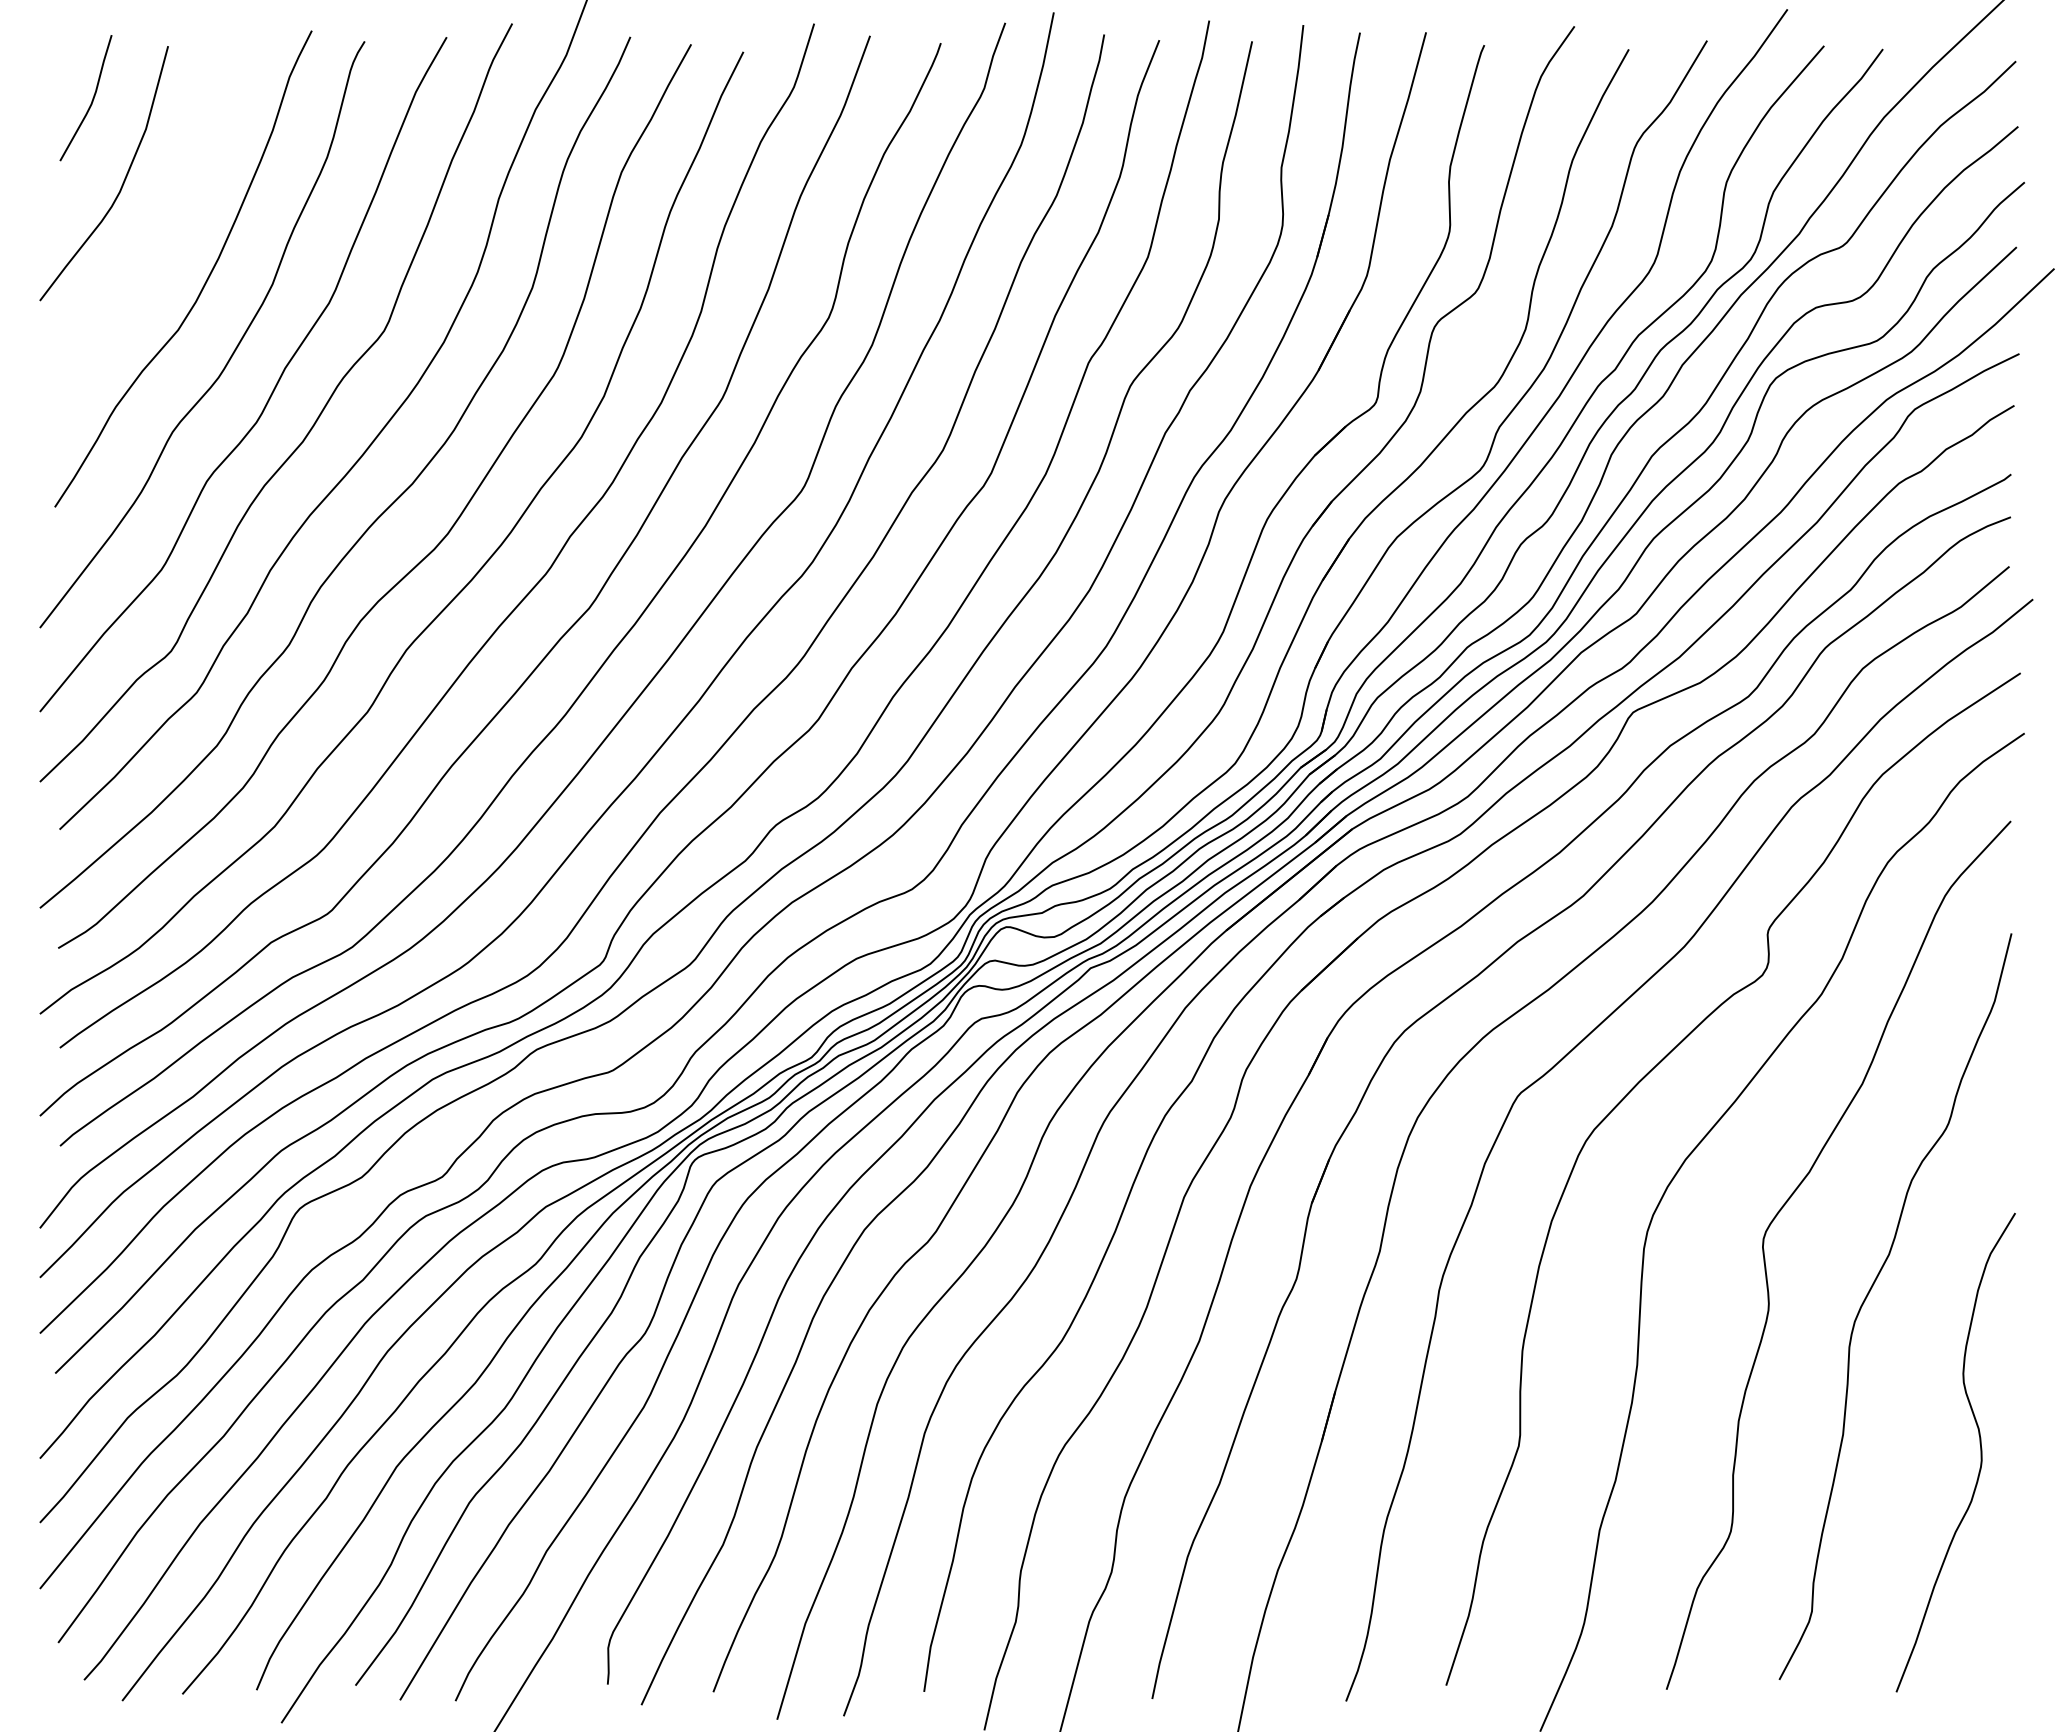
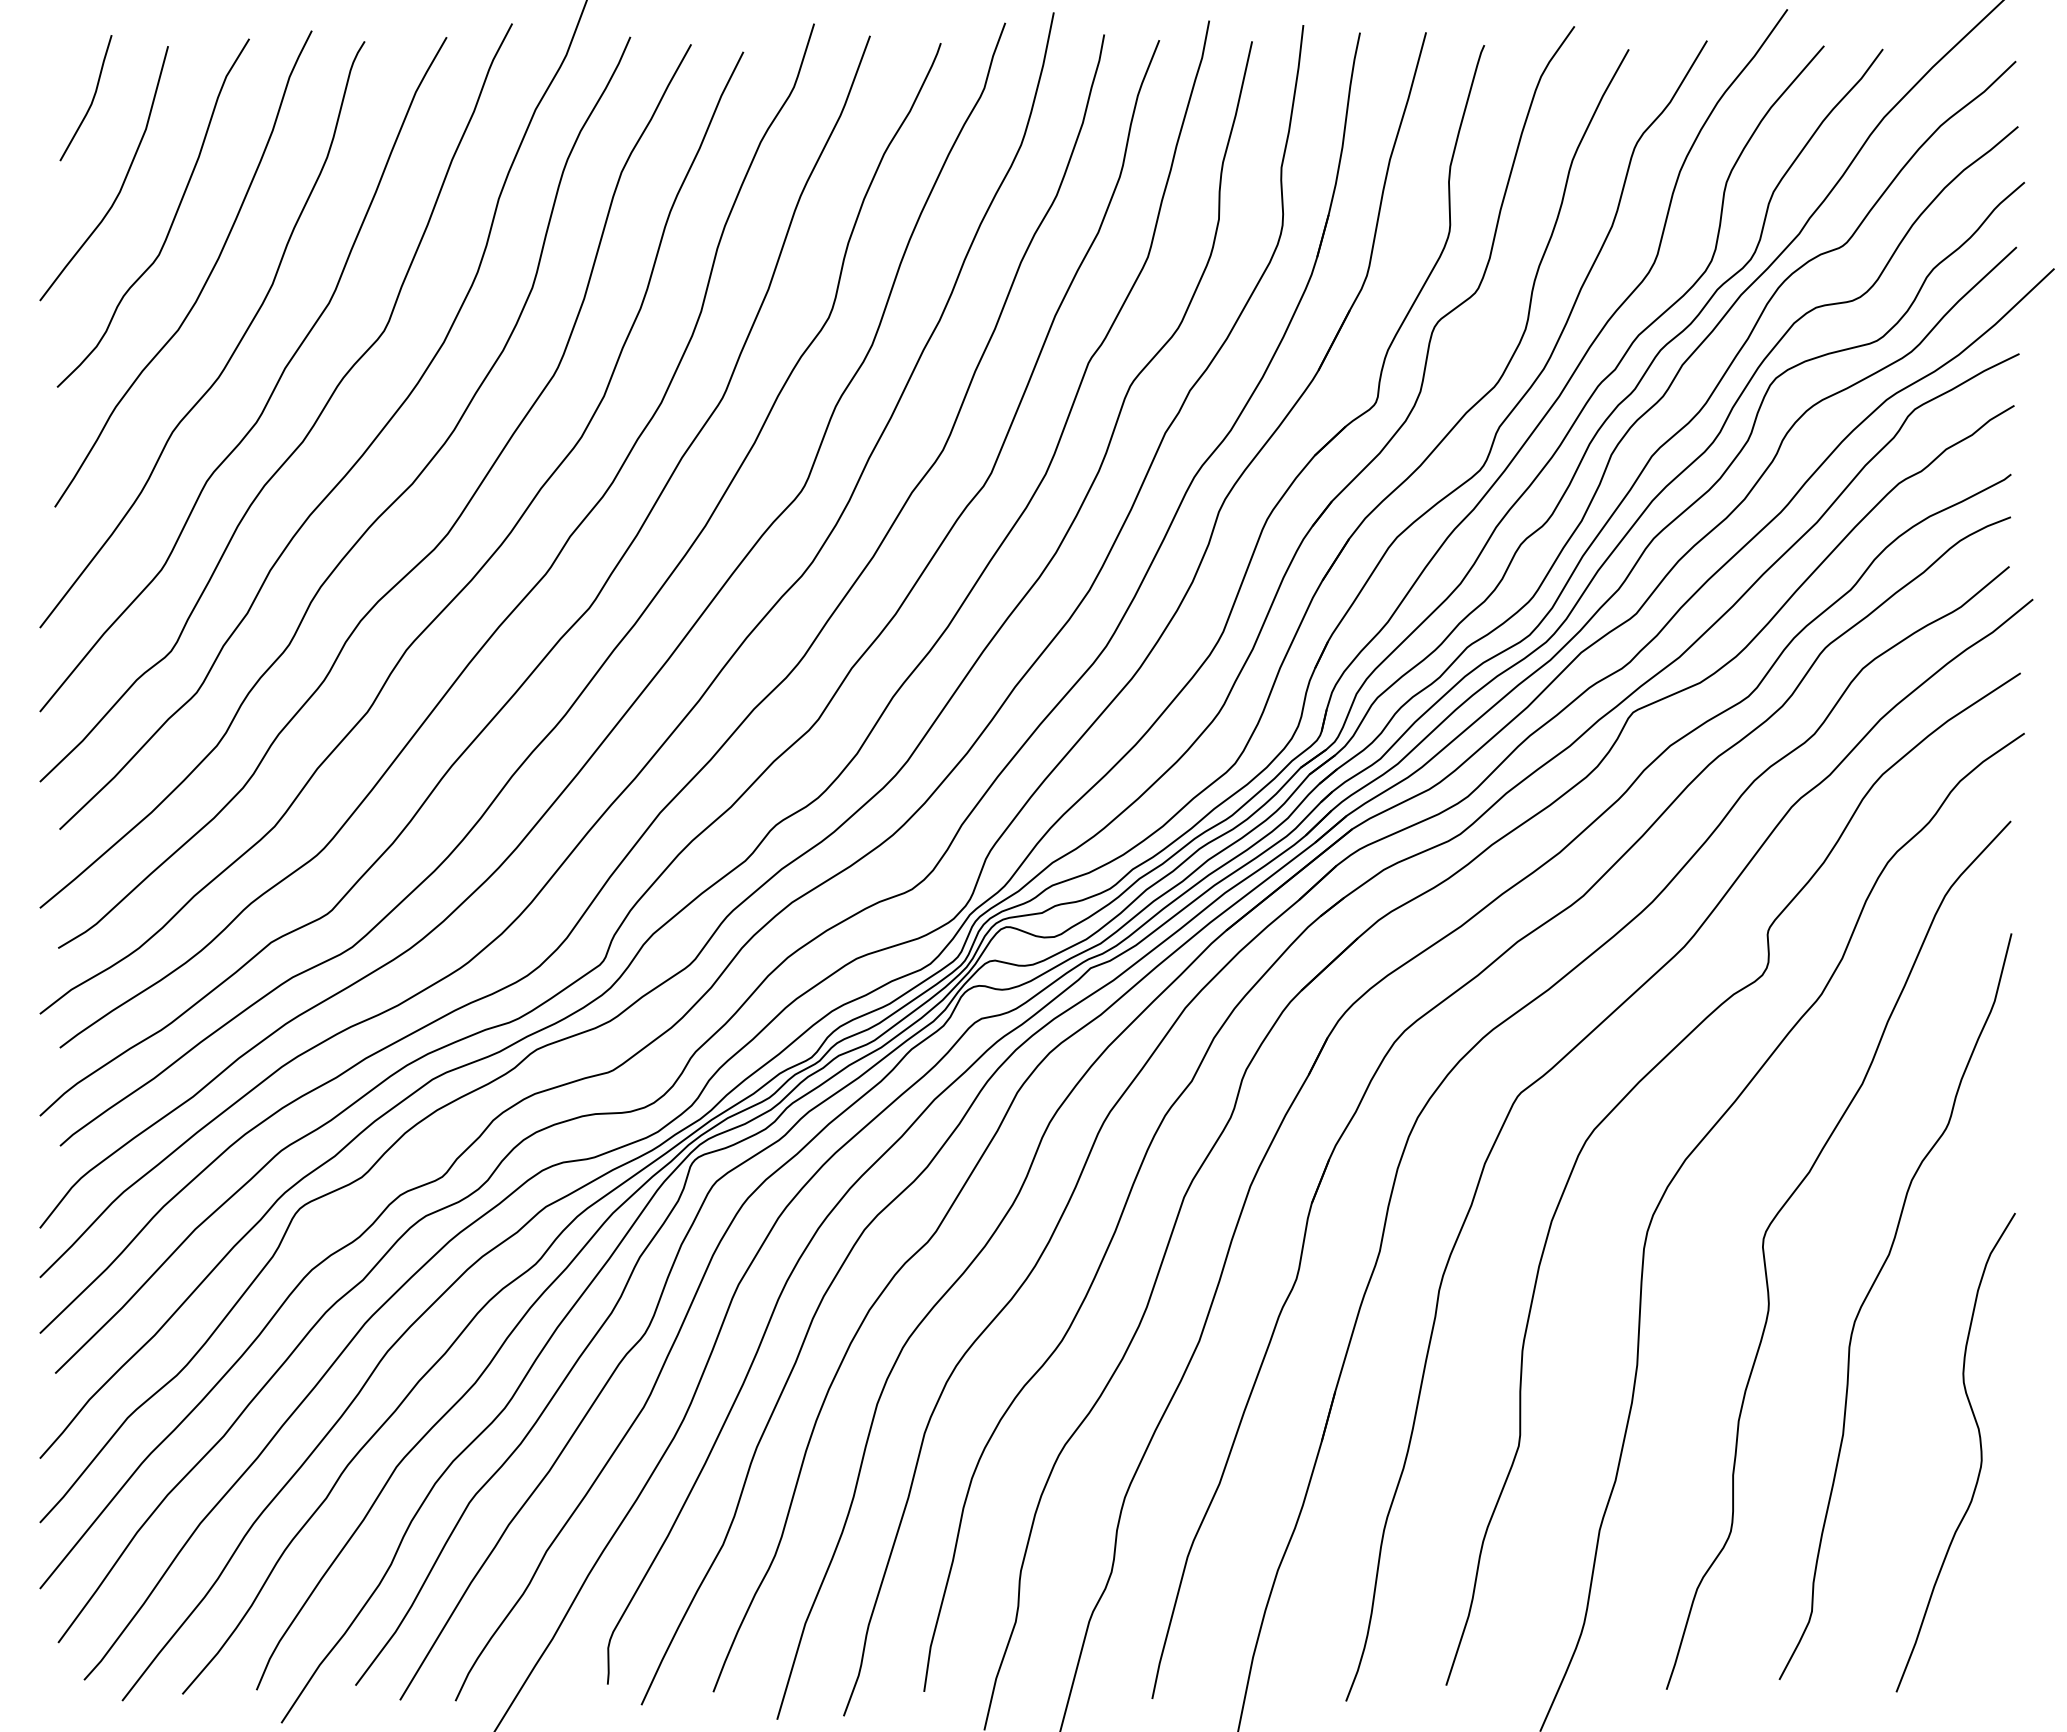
curve at (171, 222): none -> present
